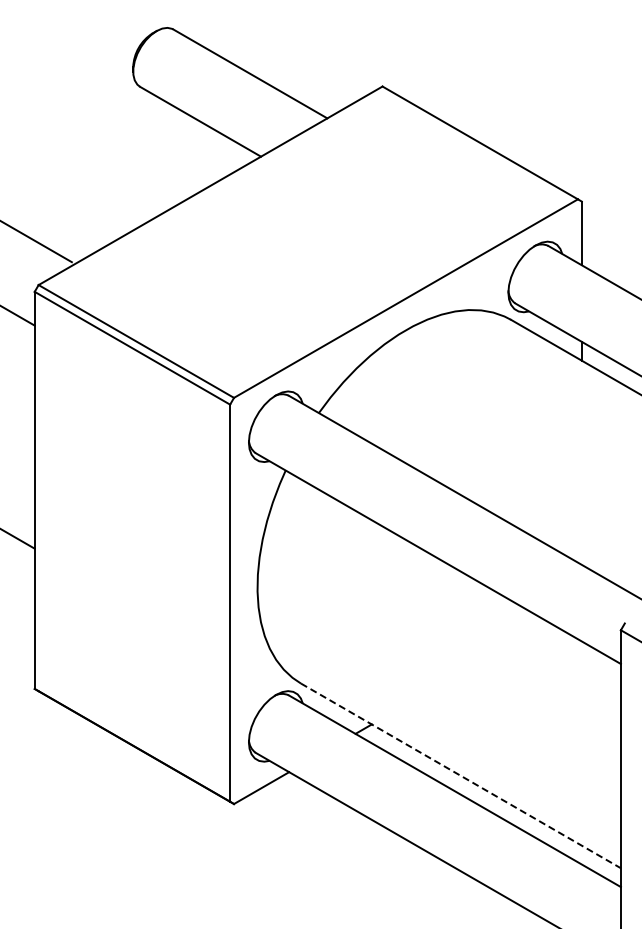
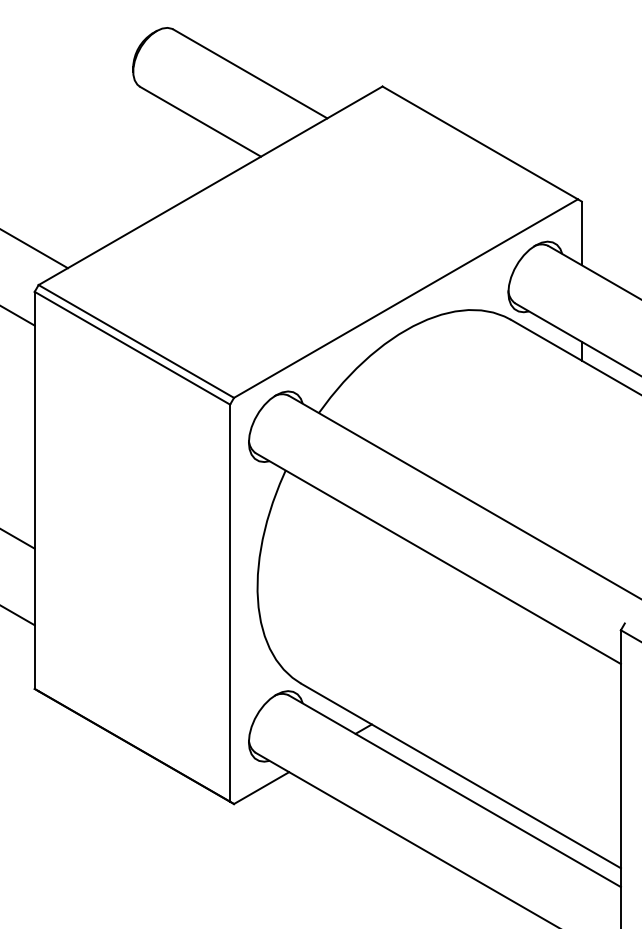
line at (36, 241) position: (36, 241) -> (34, 249)
line at (18, 615): none -> present
line at (460, 775): dashed -> solid
